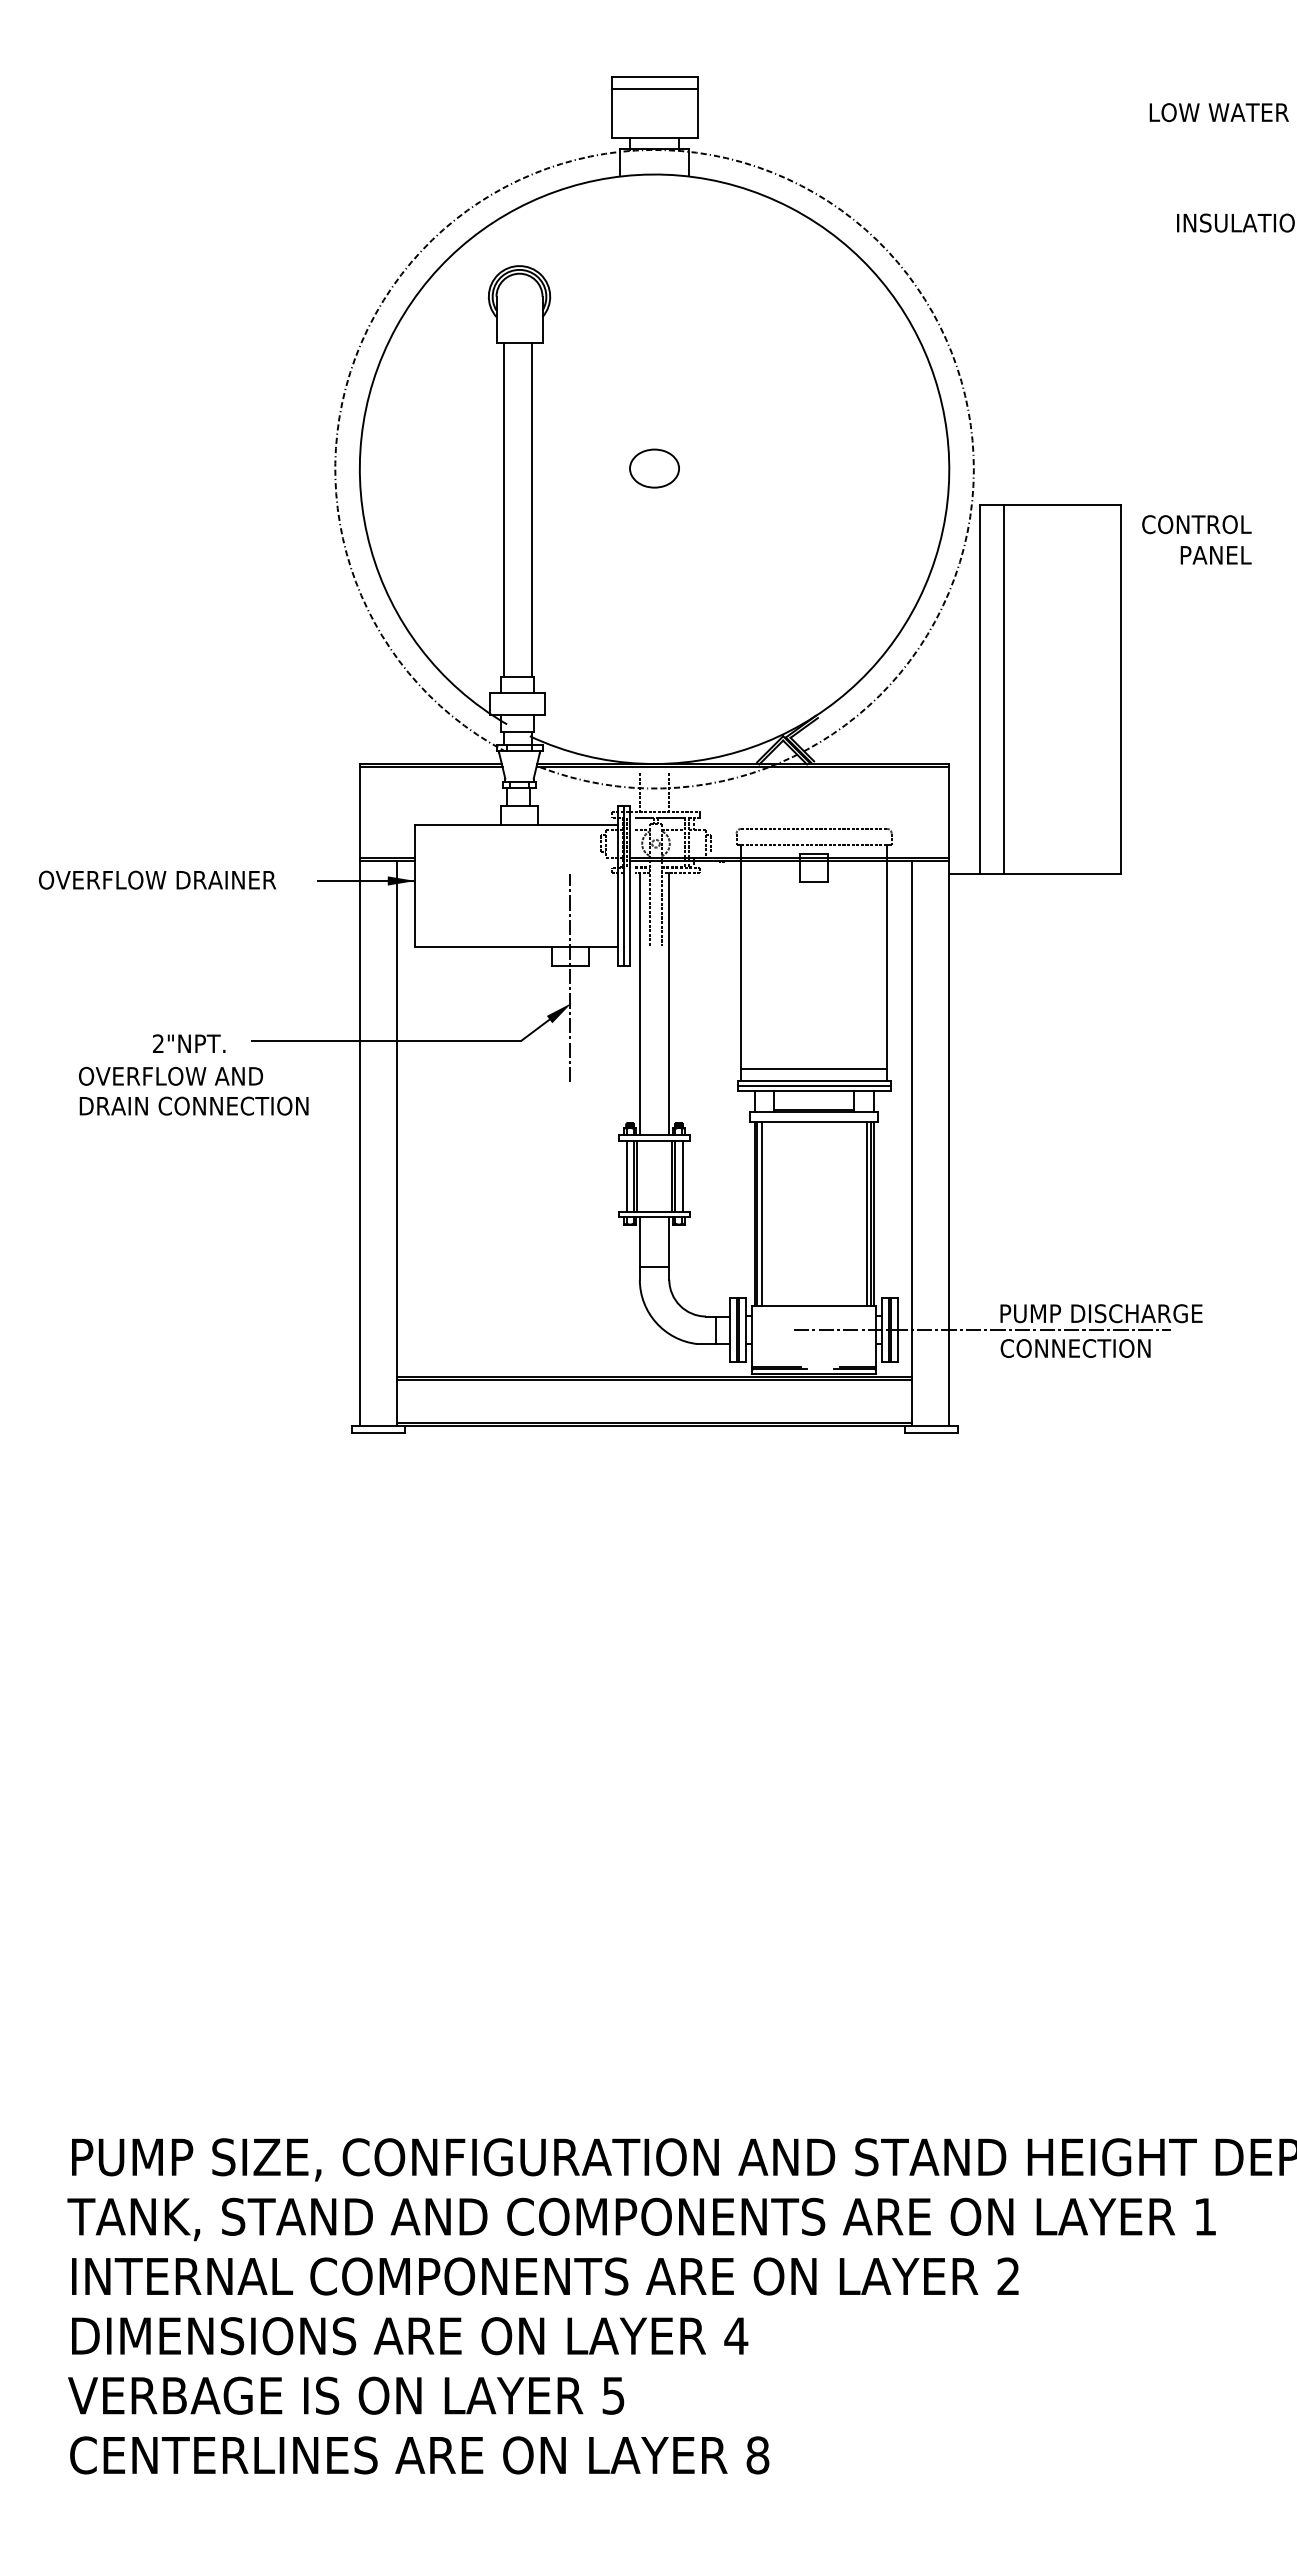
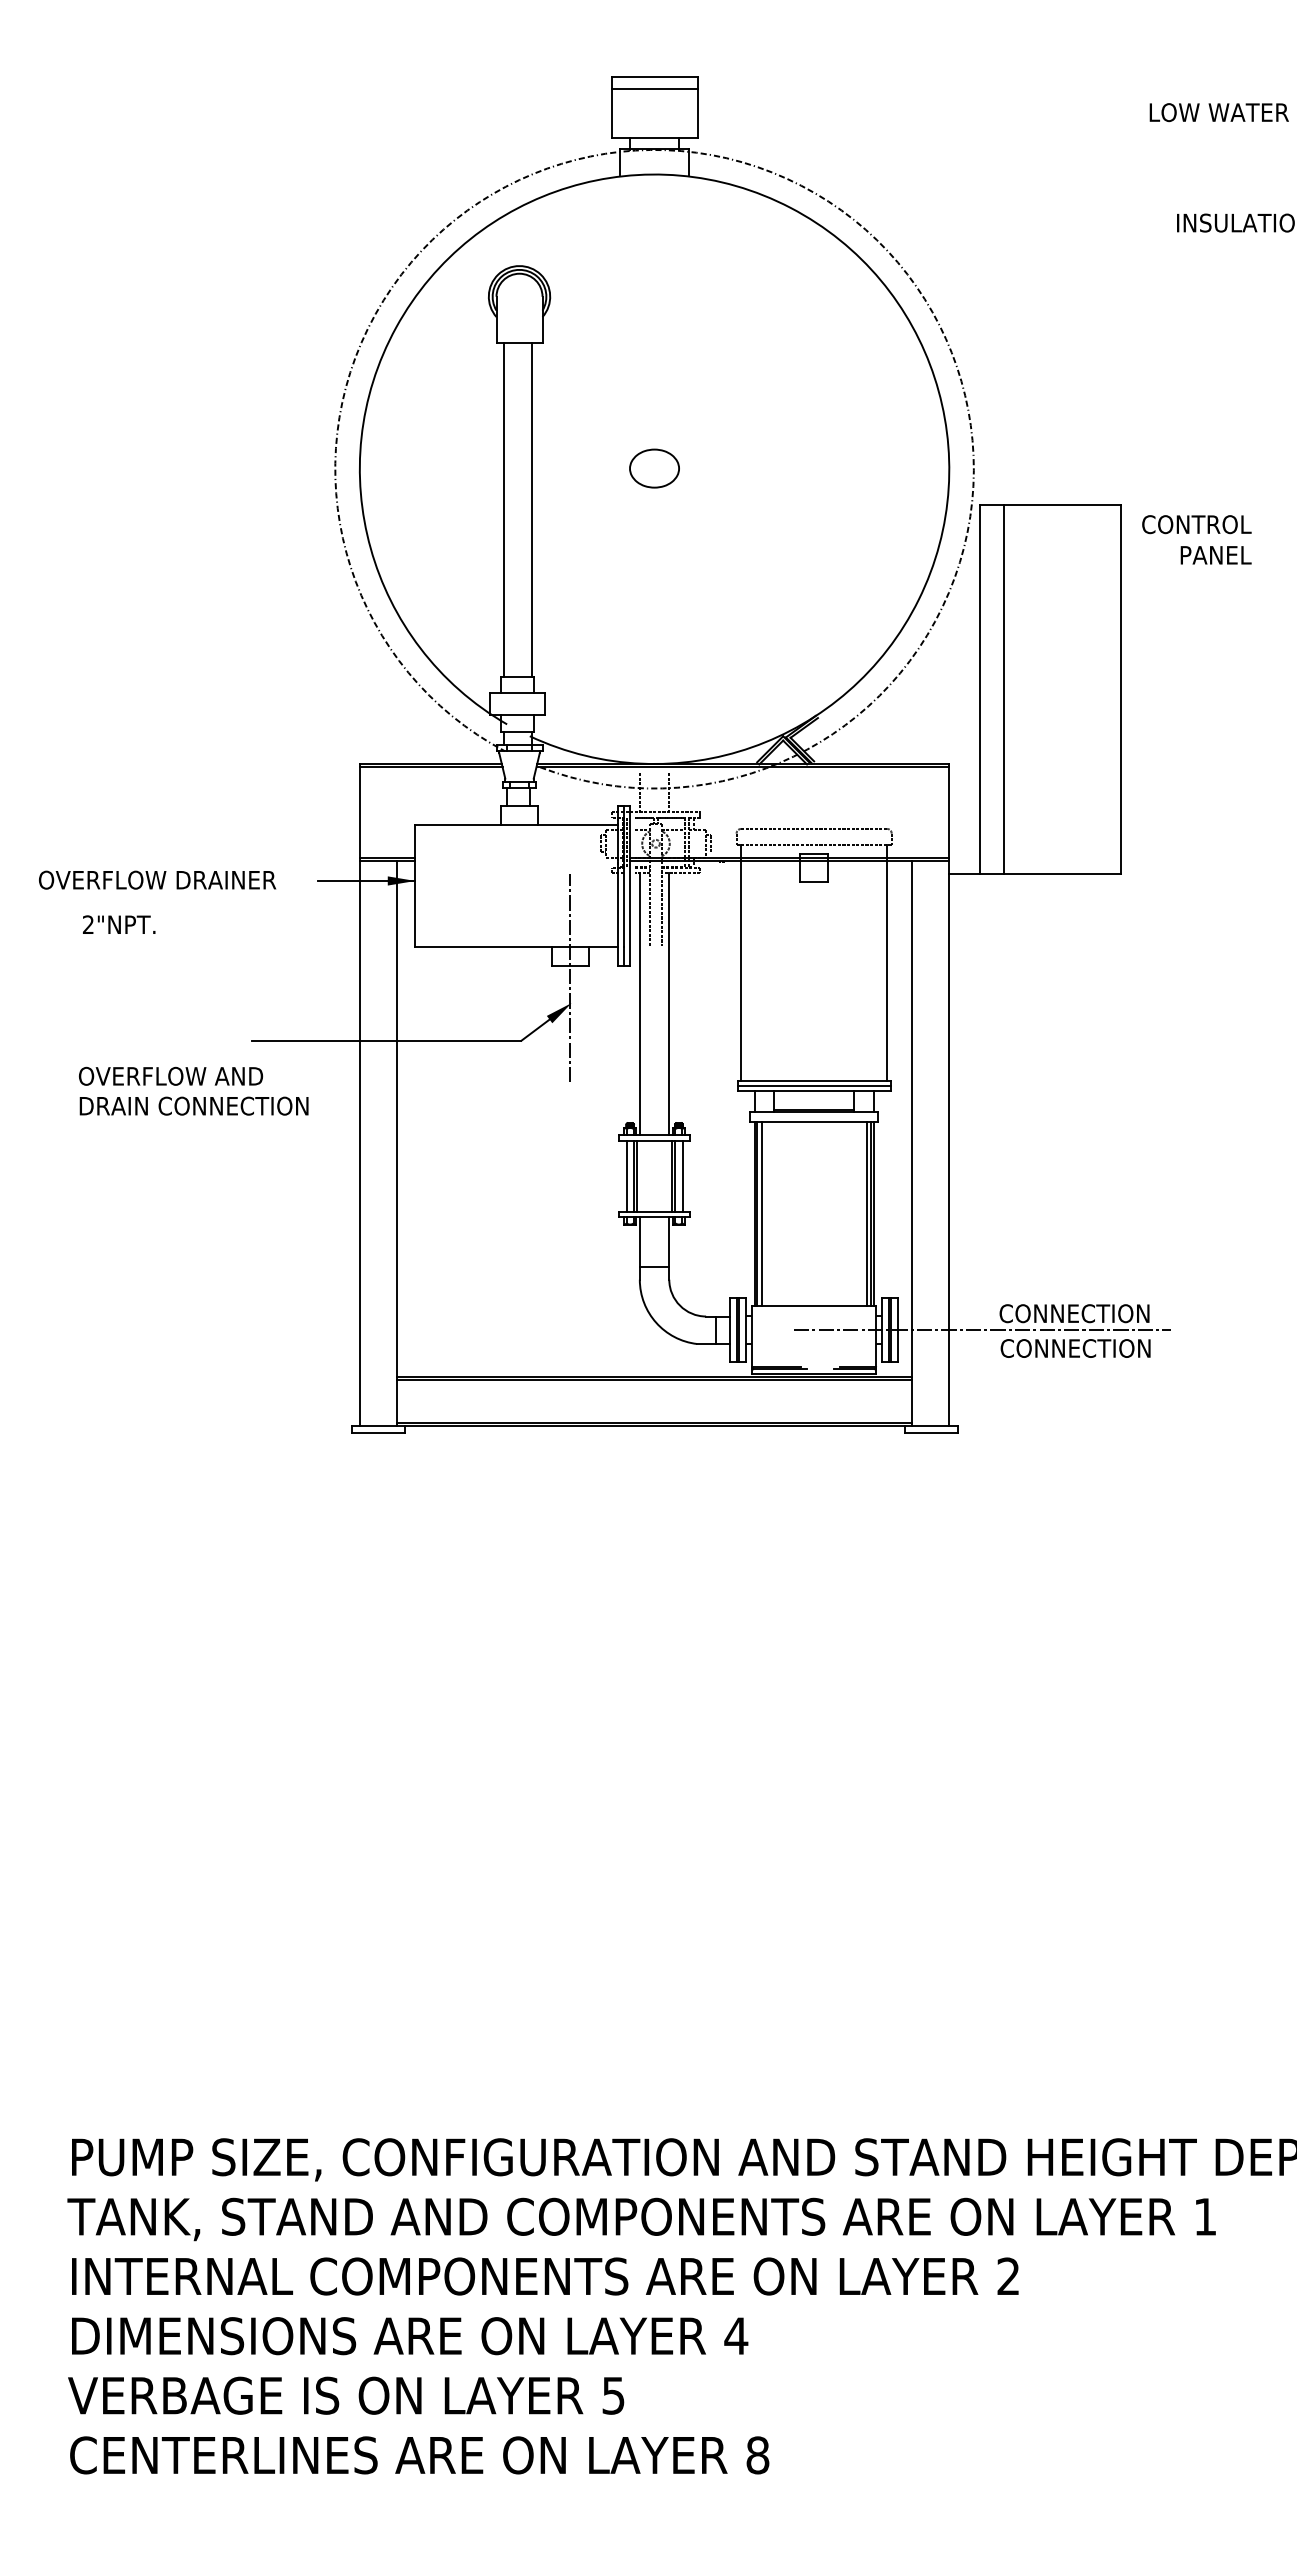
text at (189, 1043) position: (189, 1043) -> (119, 924)
line at (814, 1068): present -> none
text at (1100, 1313): PUMP DISCHARGE -> CONNECTION
